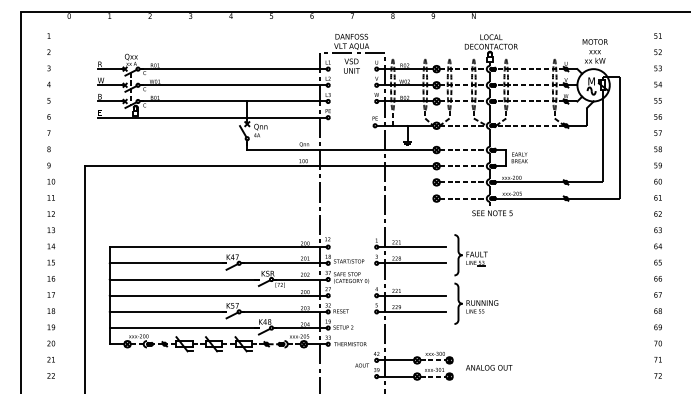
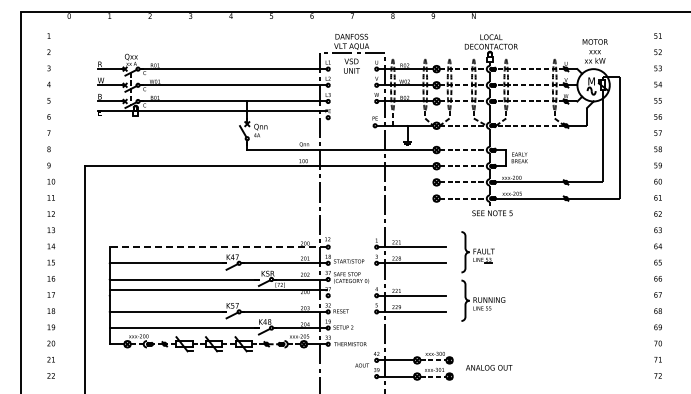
line at (211, 117) position: (211, 117) -> (211, 110)
line at (217, 247): solid -> dashed
part at (477, 266) position: (477, 266) -> (484, 263)
line at (217, 295) position: (217, 295) -> (217, 289)
